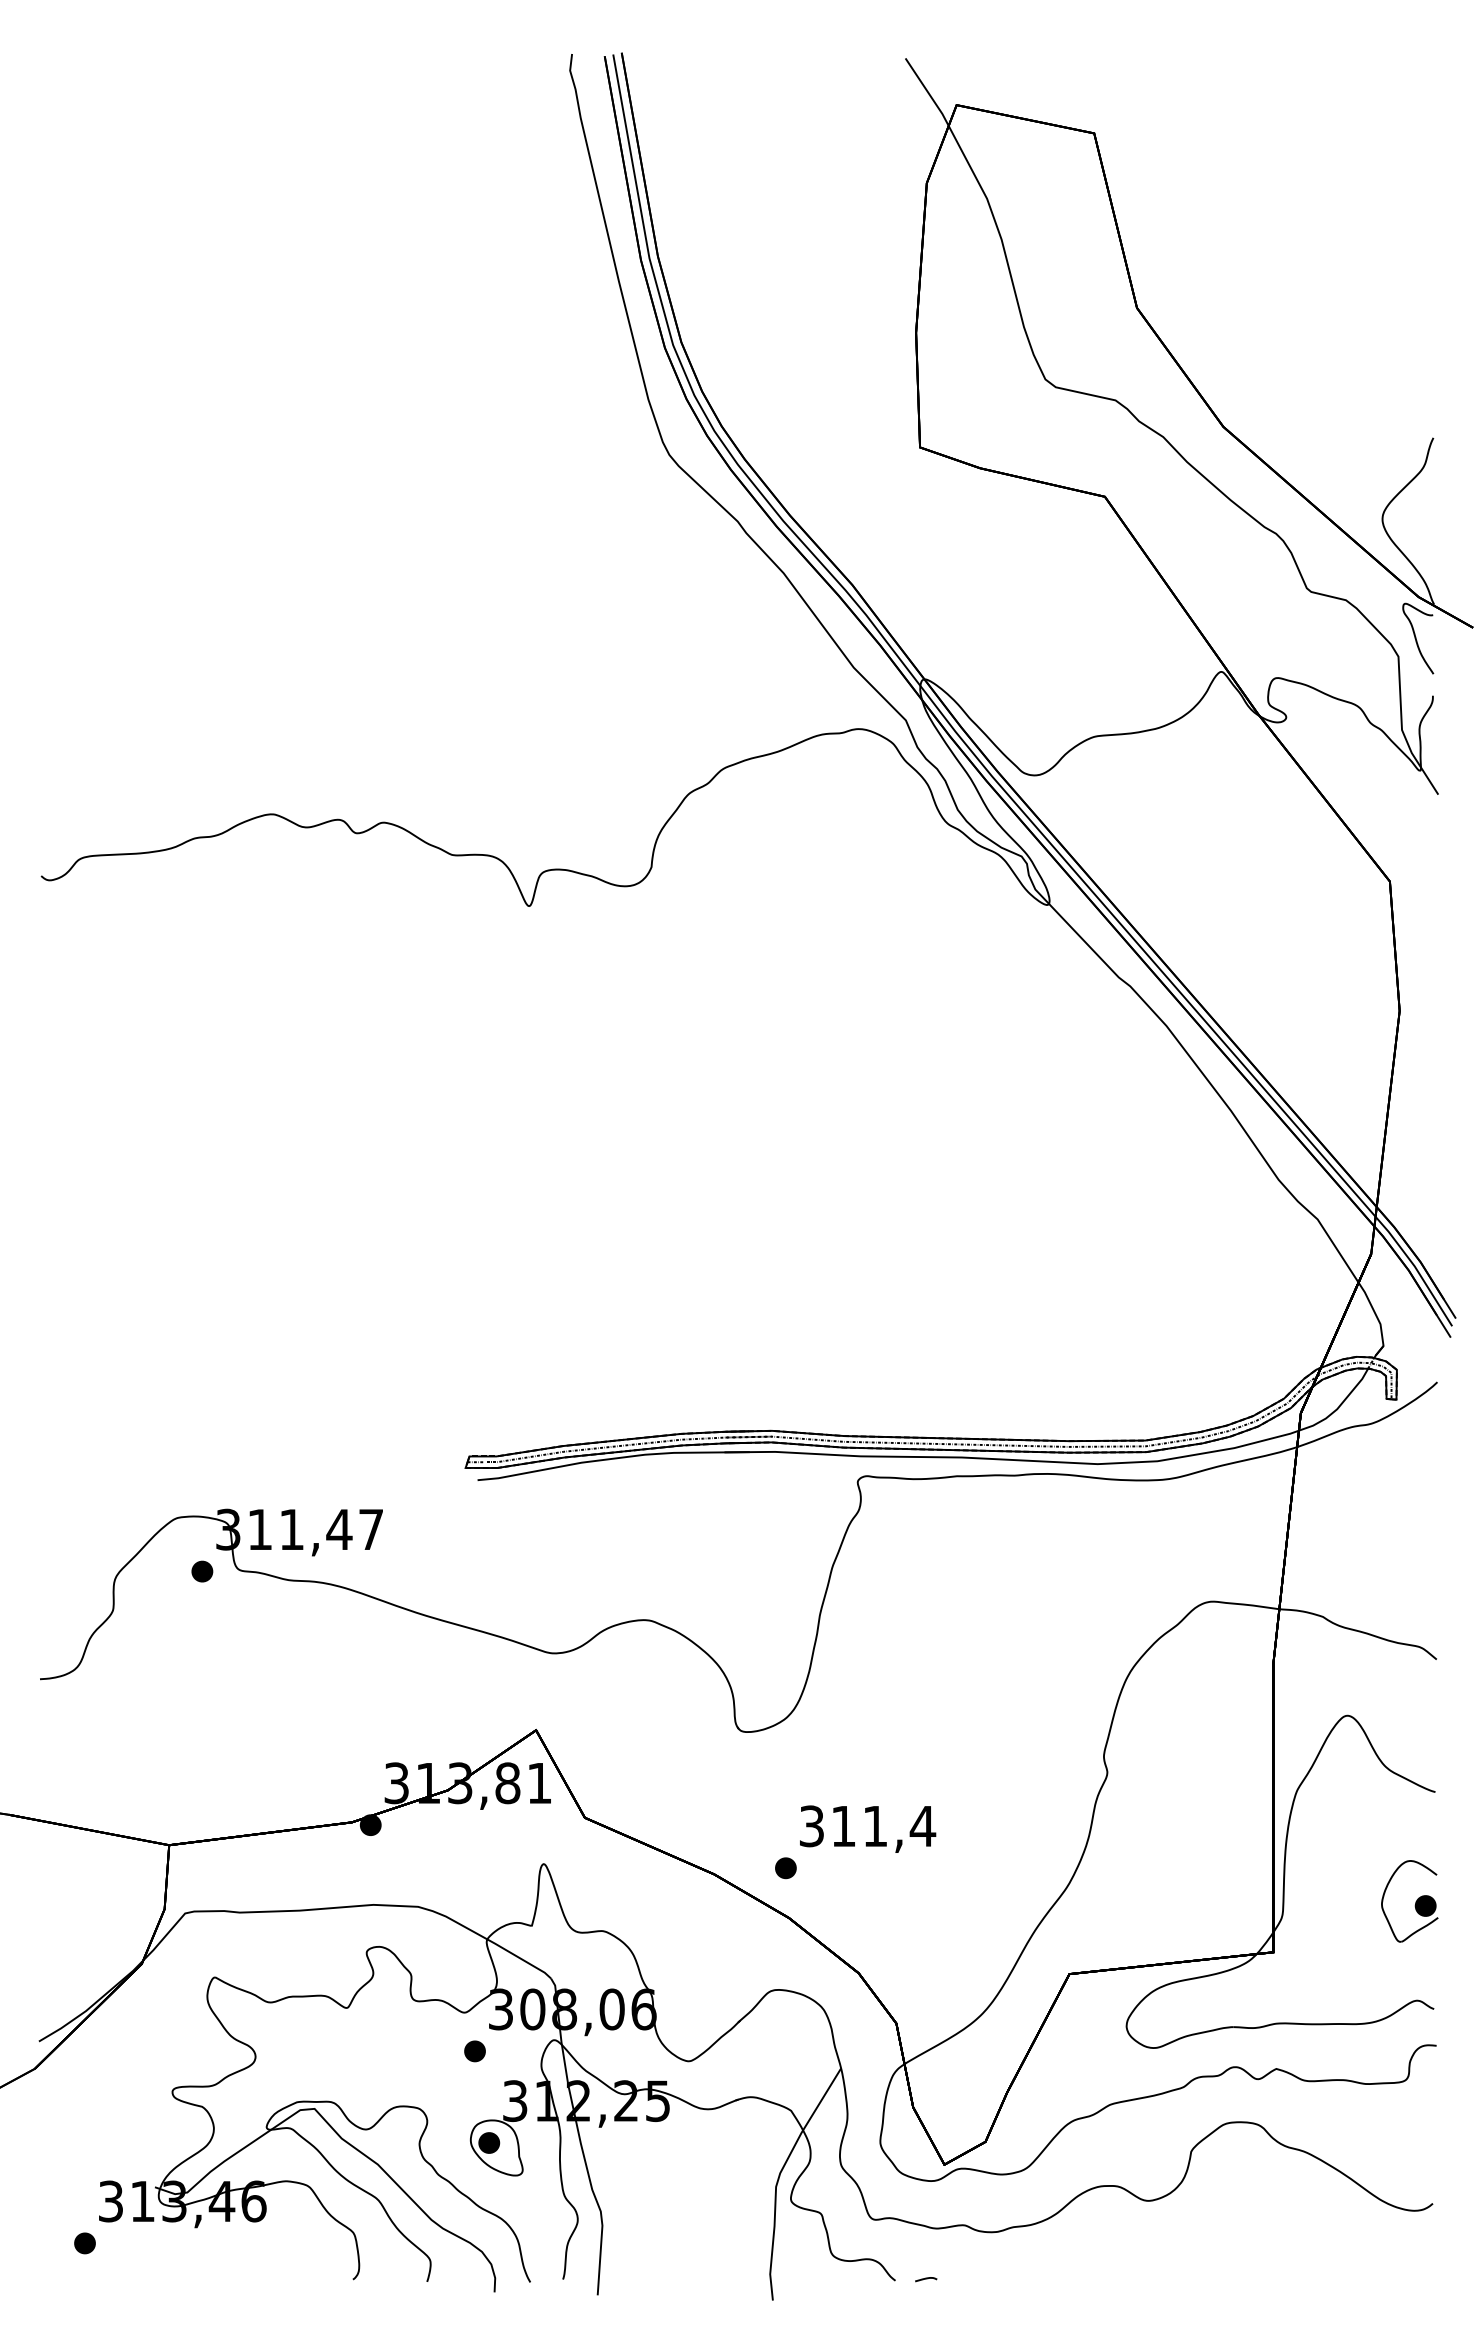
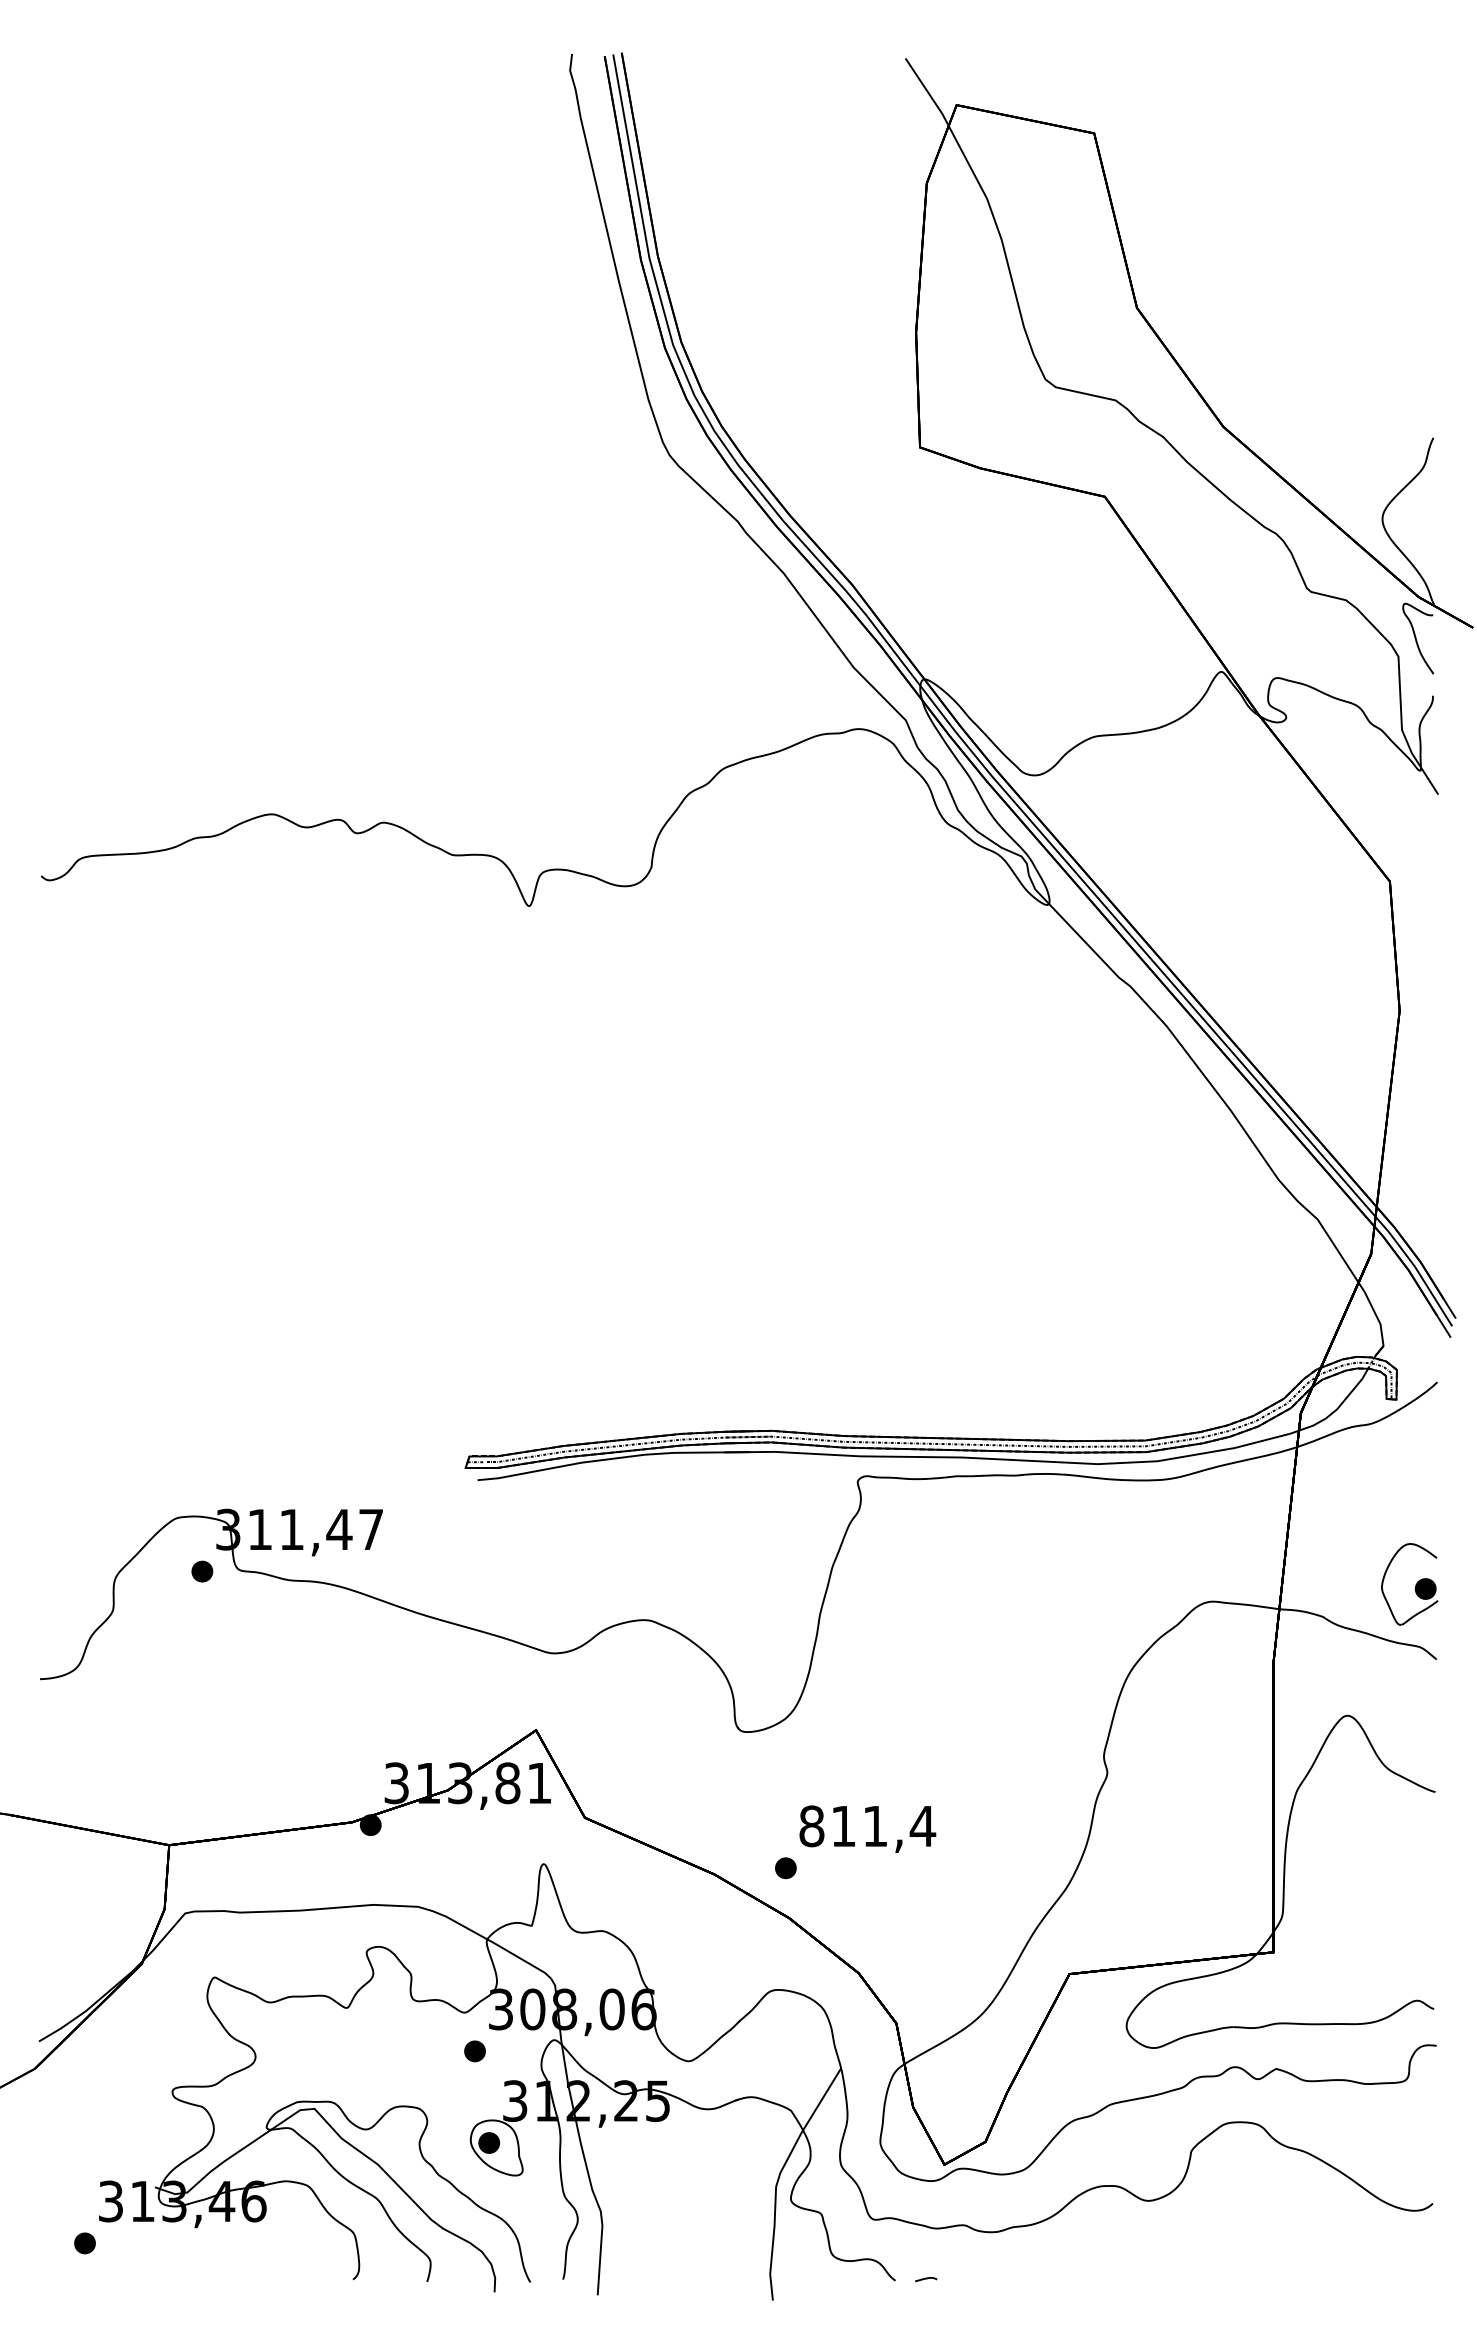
text at (811, 1826): 311,4 -> 811,4
part at (1409, 1901) position: (1409, 1901) -> (1409, 1584)
